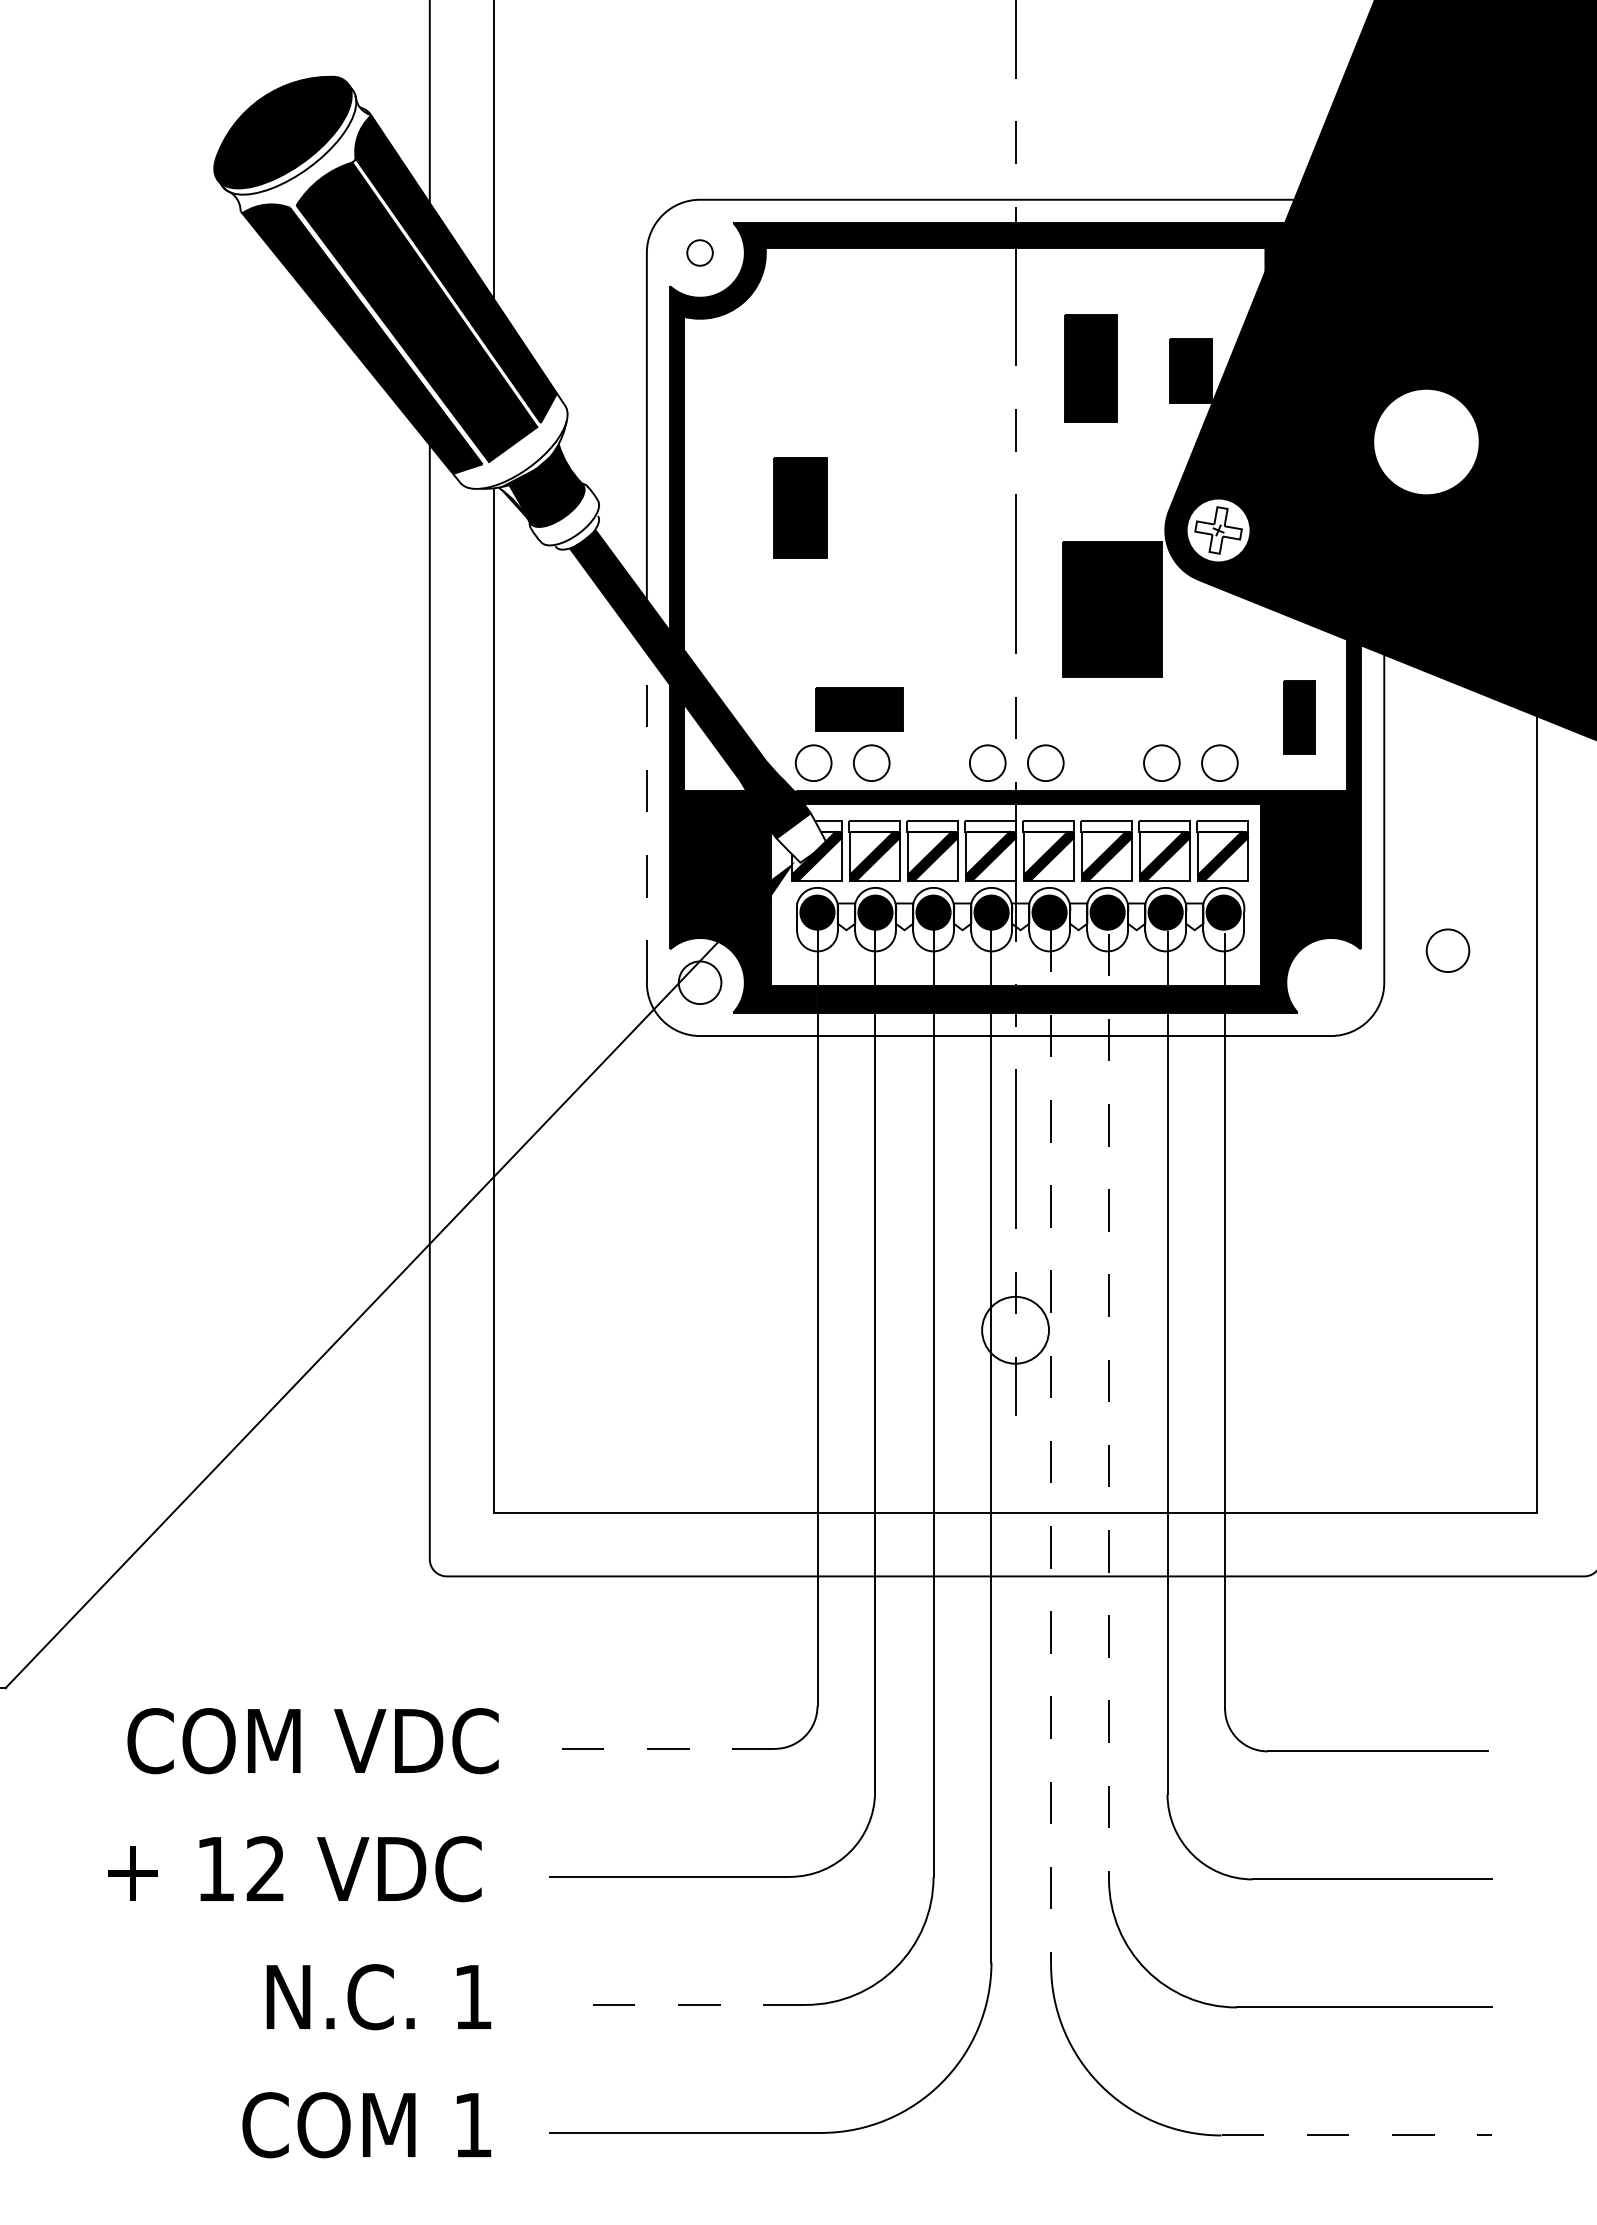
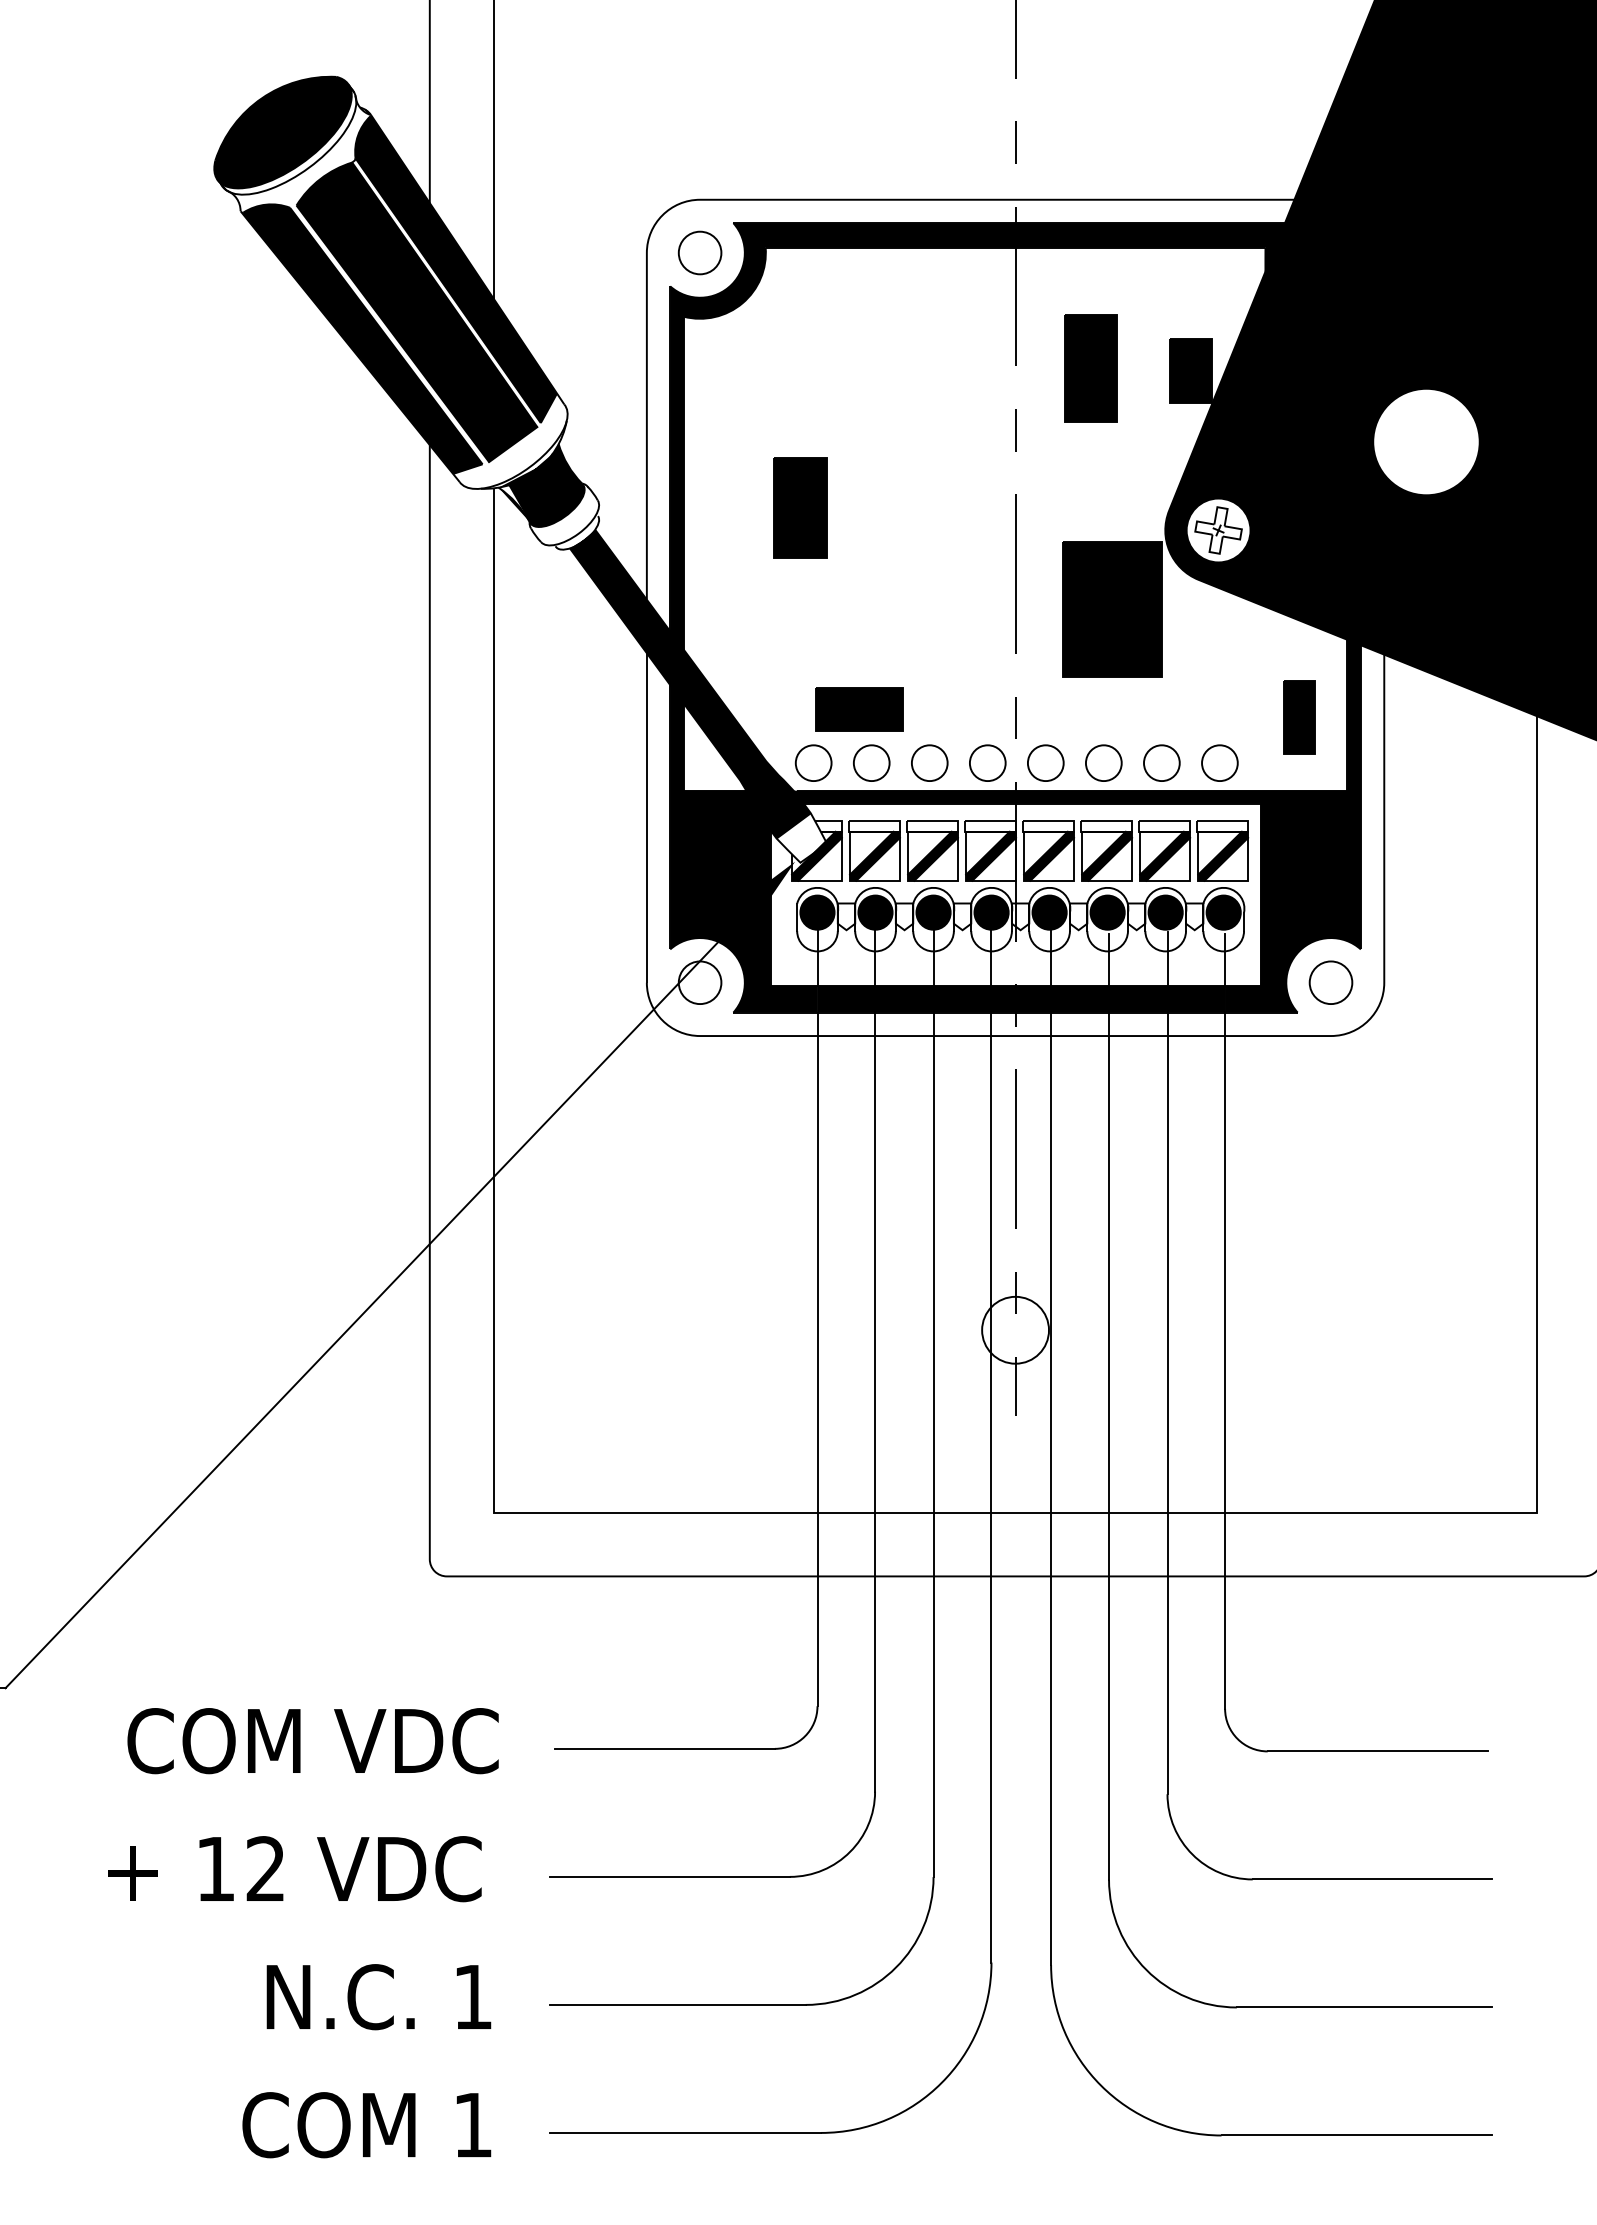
circle at (699, 252) size: 28x28 px -> 46x46 px
circle at (929, 762): none -> present
circle at (1103, 762): none -> present
line at (646, 818): dashed -> solid
circle at (1447, 950) position: (1447, 950) -> (1330, 982)
line at (1109, 1407): dashed -> solid
line at (1051, 1447): dashed -> solid
line at (664, 1748): dashed -> solid
line at (678, 2004): dashed -> solid
line at (1357, 2135): dashed -> solid
